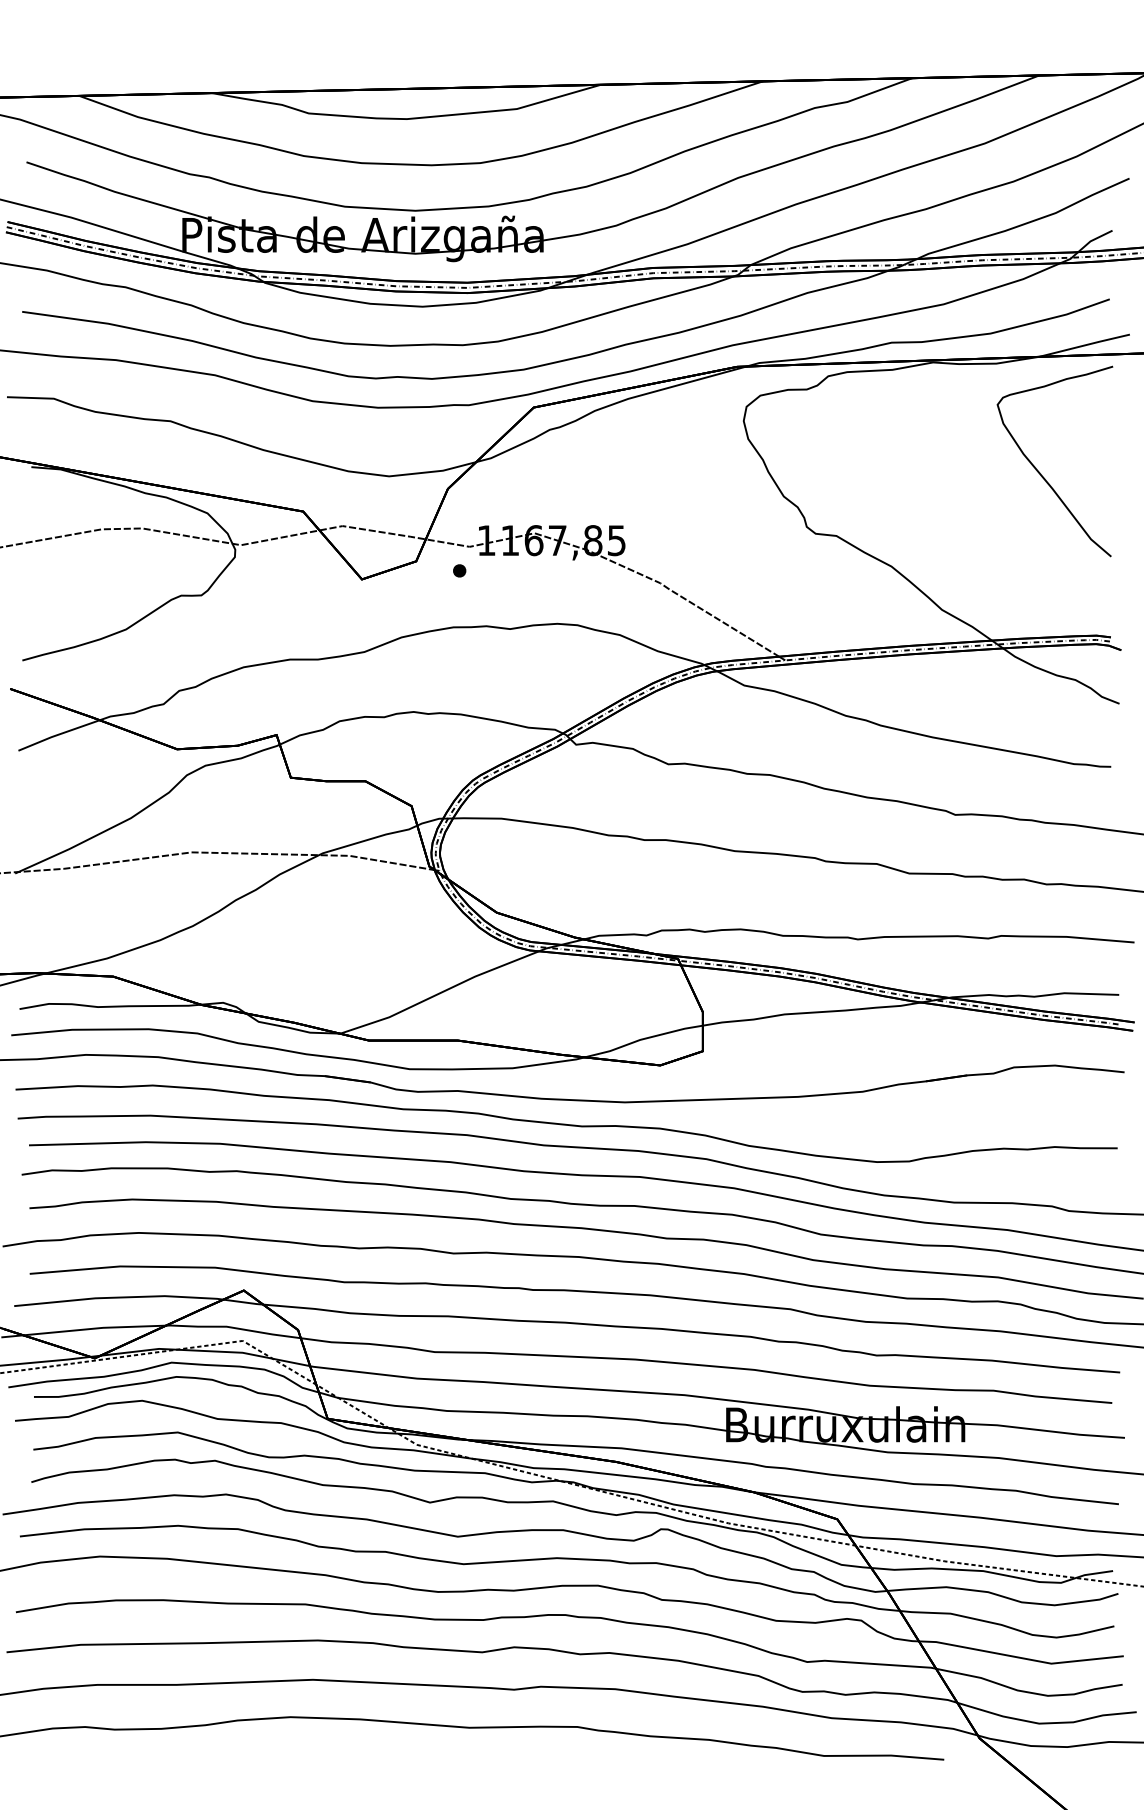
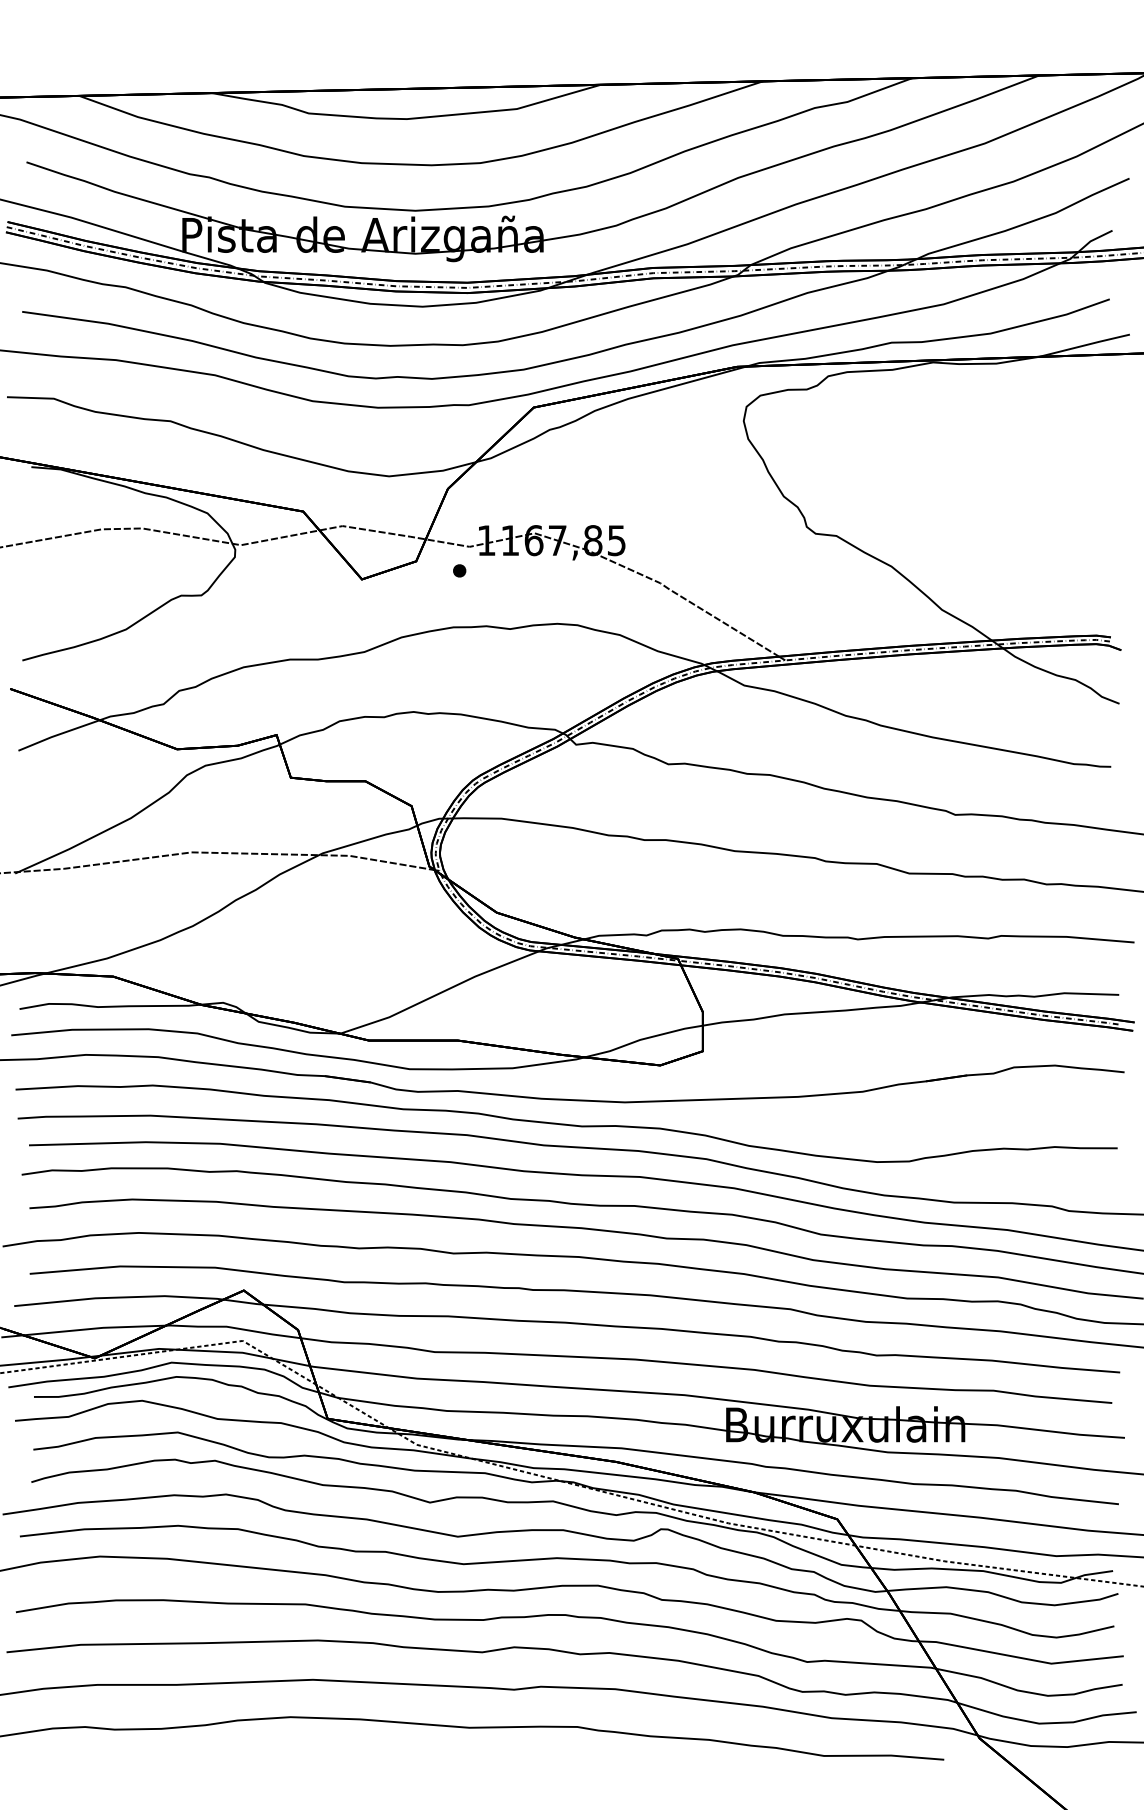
curve at (1040, 472): present -> none
